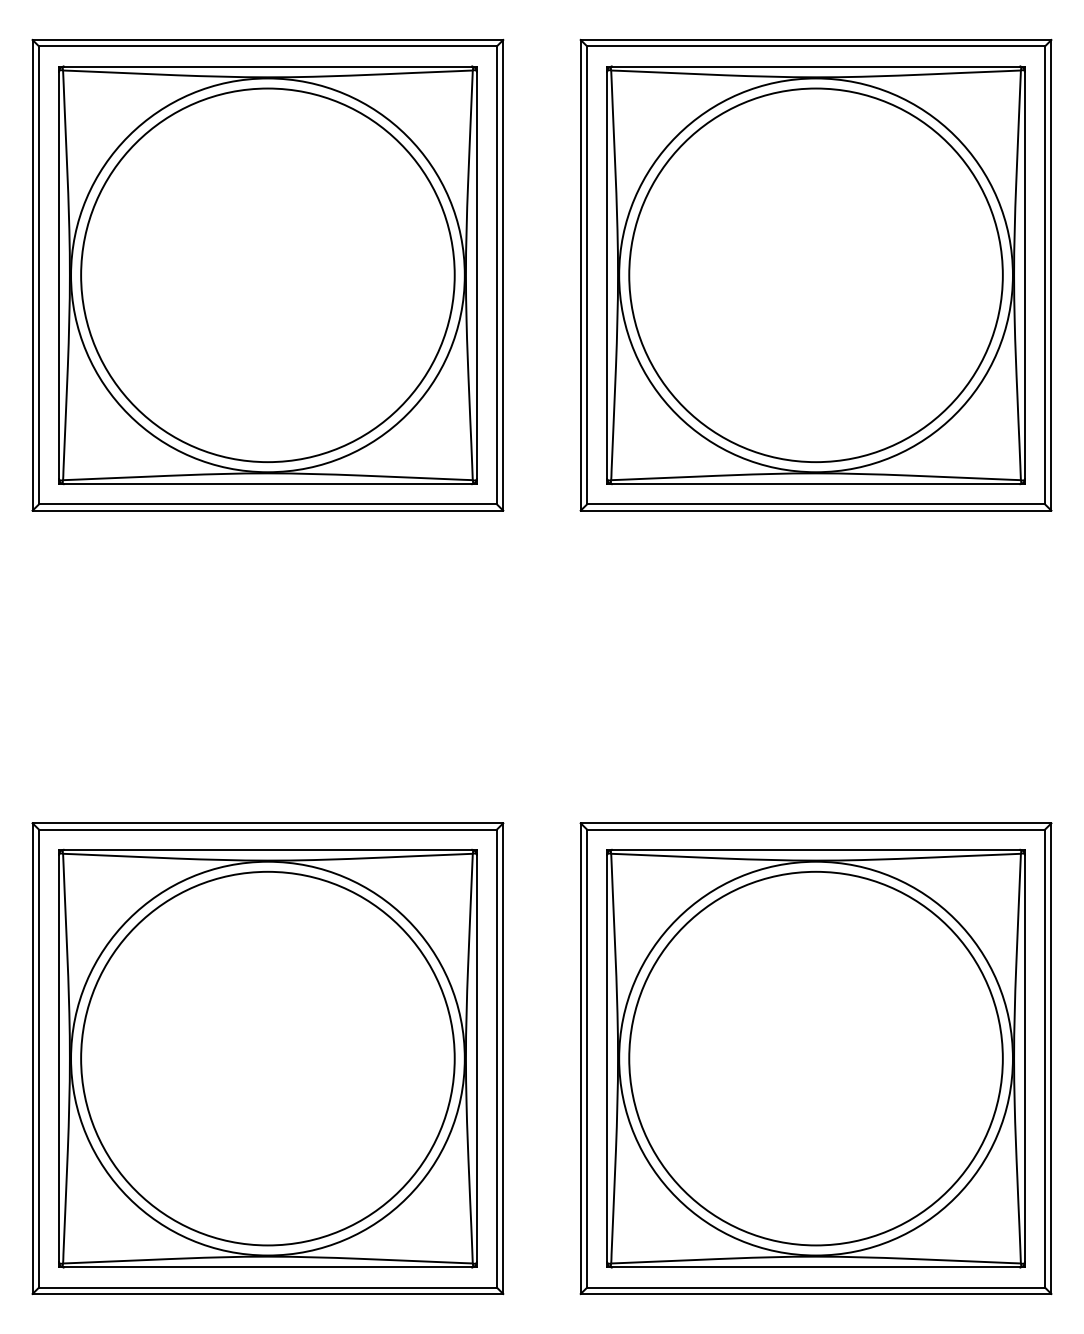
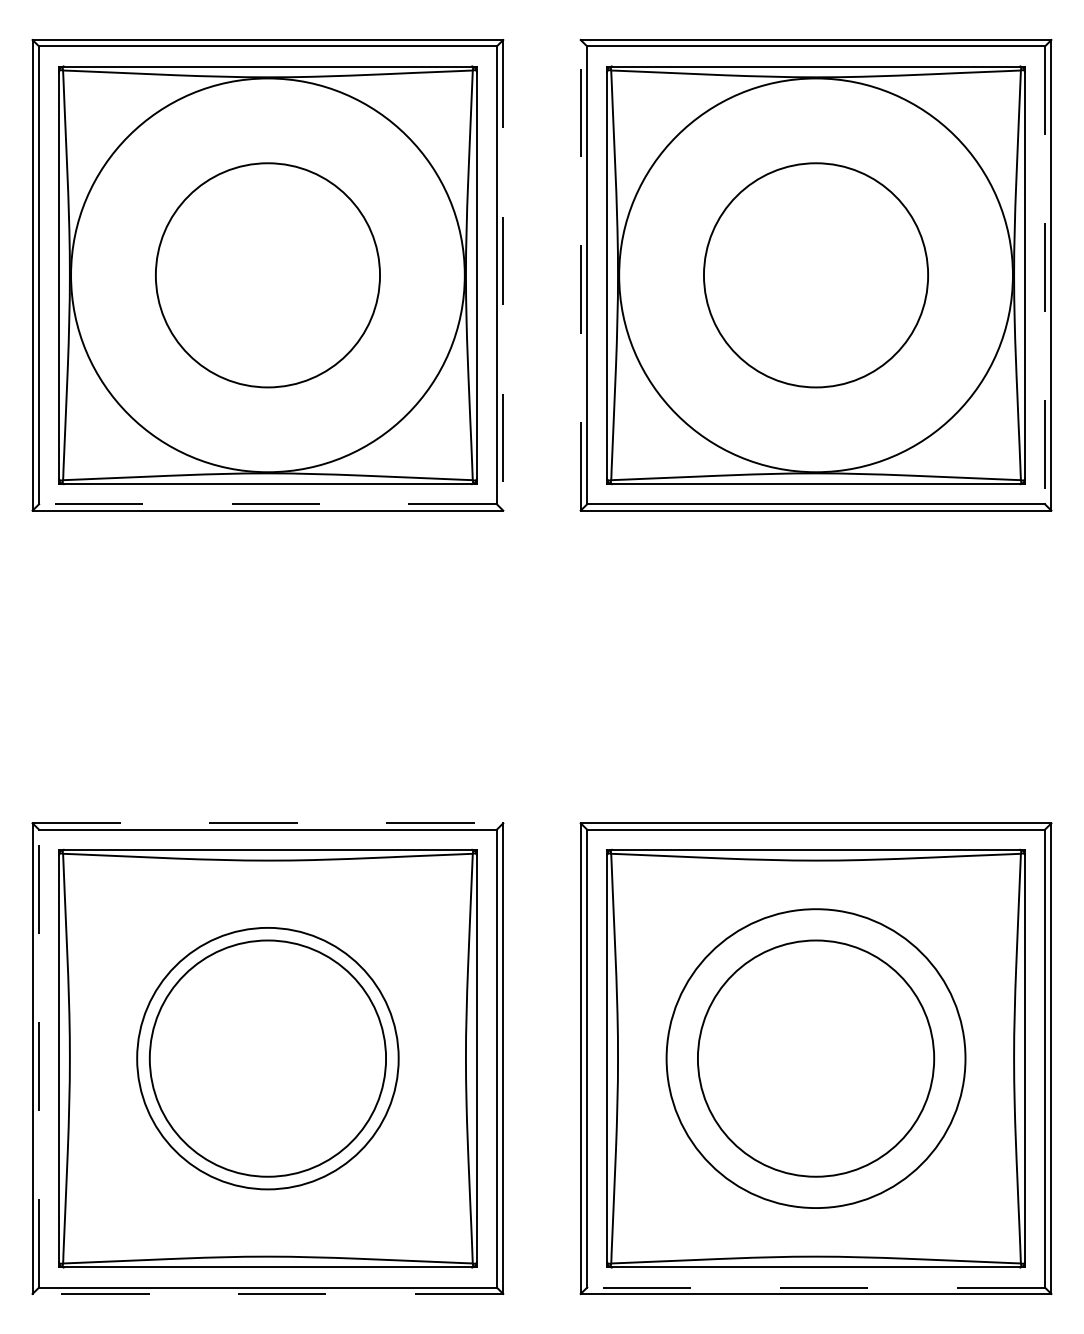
line at (580, 274): solid -> dashed
circle at (267, 275) diameter: 374 px -> 224 px
line at (503, 275): solid -> dashed
circle at (815, 275) diameter: 374 px -> 224 px
line at (1044, 275): solid -> dashed
line at (267, 504): solid -> dashed
line at (268, 823): solid -> dashed
line at (39, 1058): solid -> dashed
circle at (267, 1058) diameter: 374 px -> 262 px
circle at (267, 1058) diameter: 394 px -> 236 px
circle at (815, 1058) diameter: 374 px -> 299 px
circle at (815, 1058) diameter: 394 px -> 236 px
line at (816, 1287): solid -> dashed
line at (267, 1293): solid -> dashed
